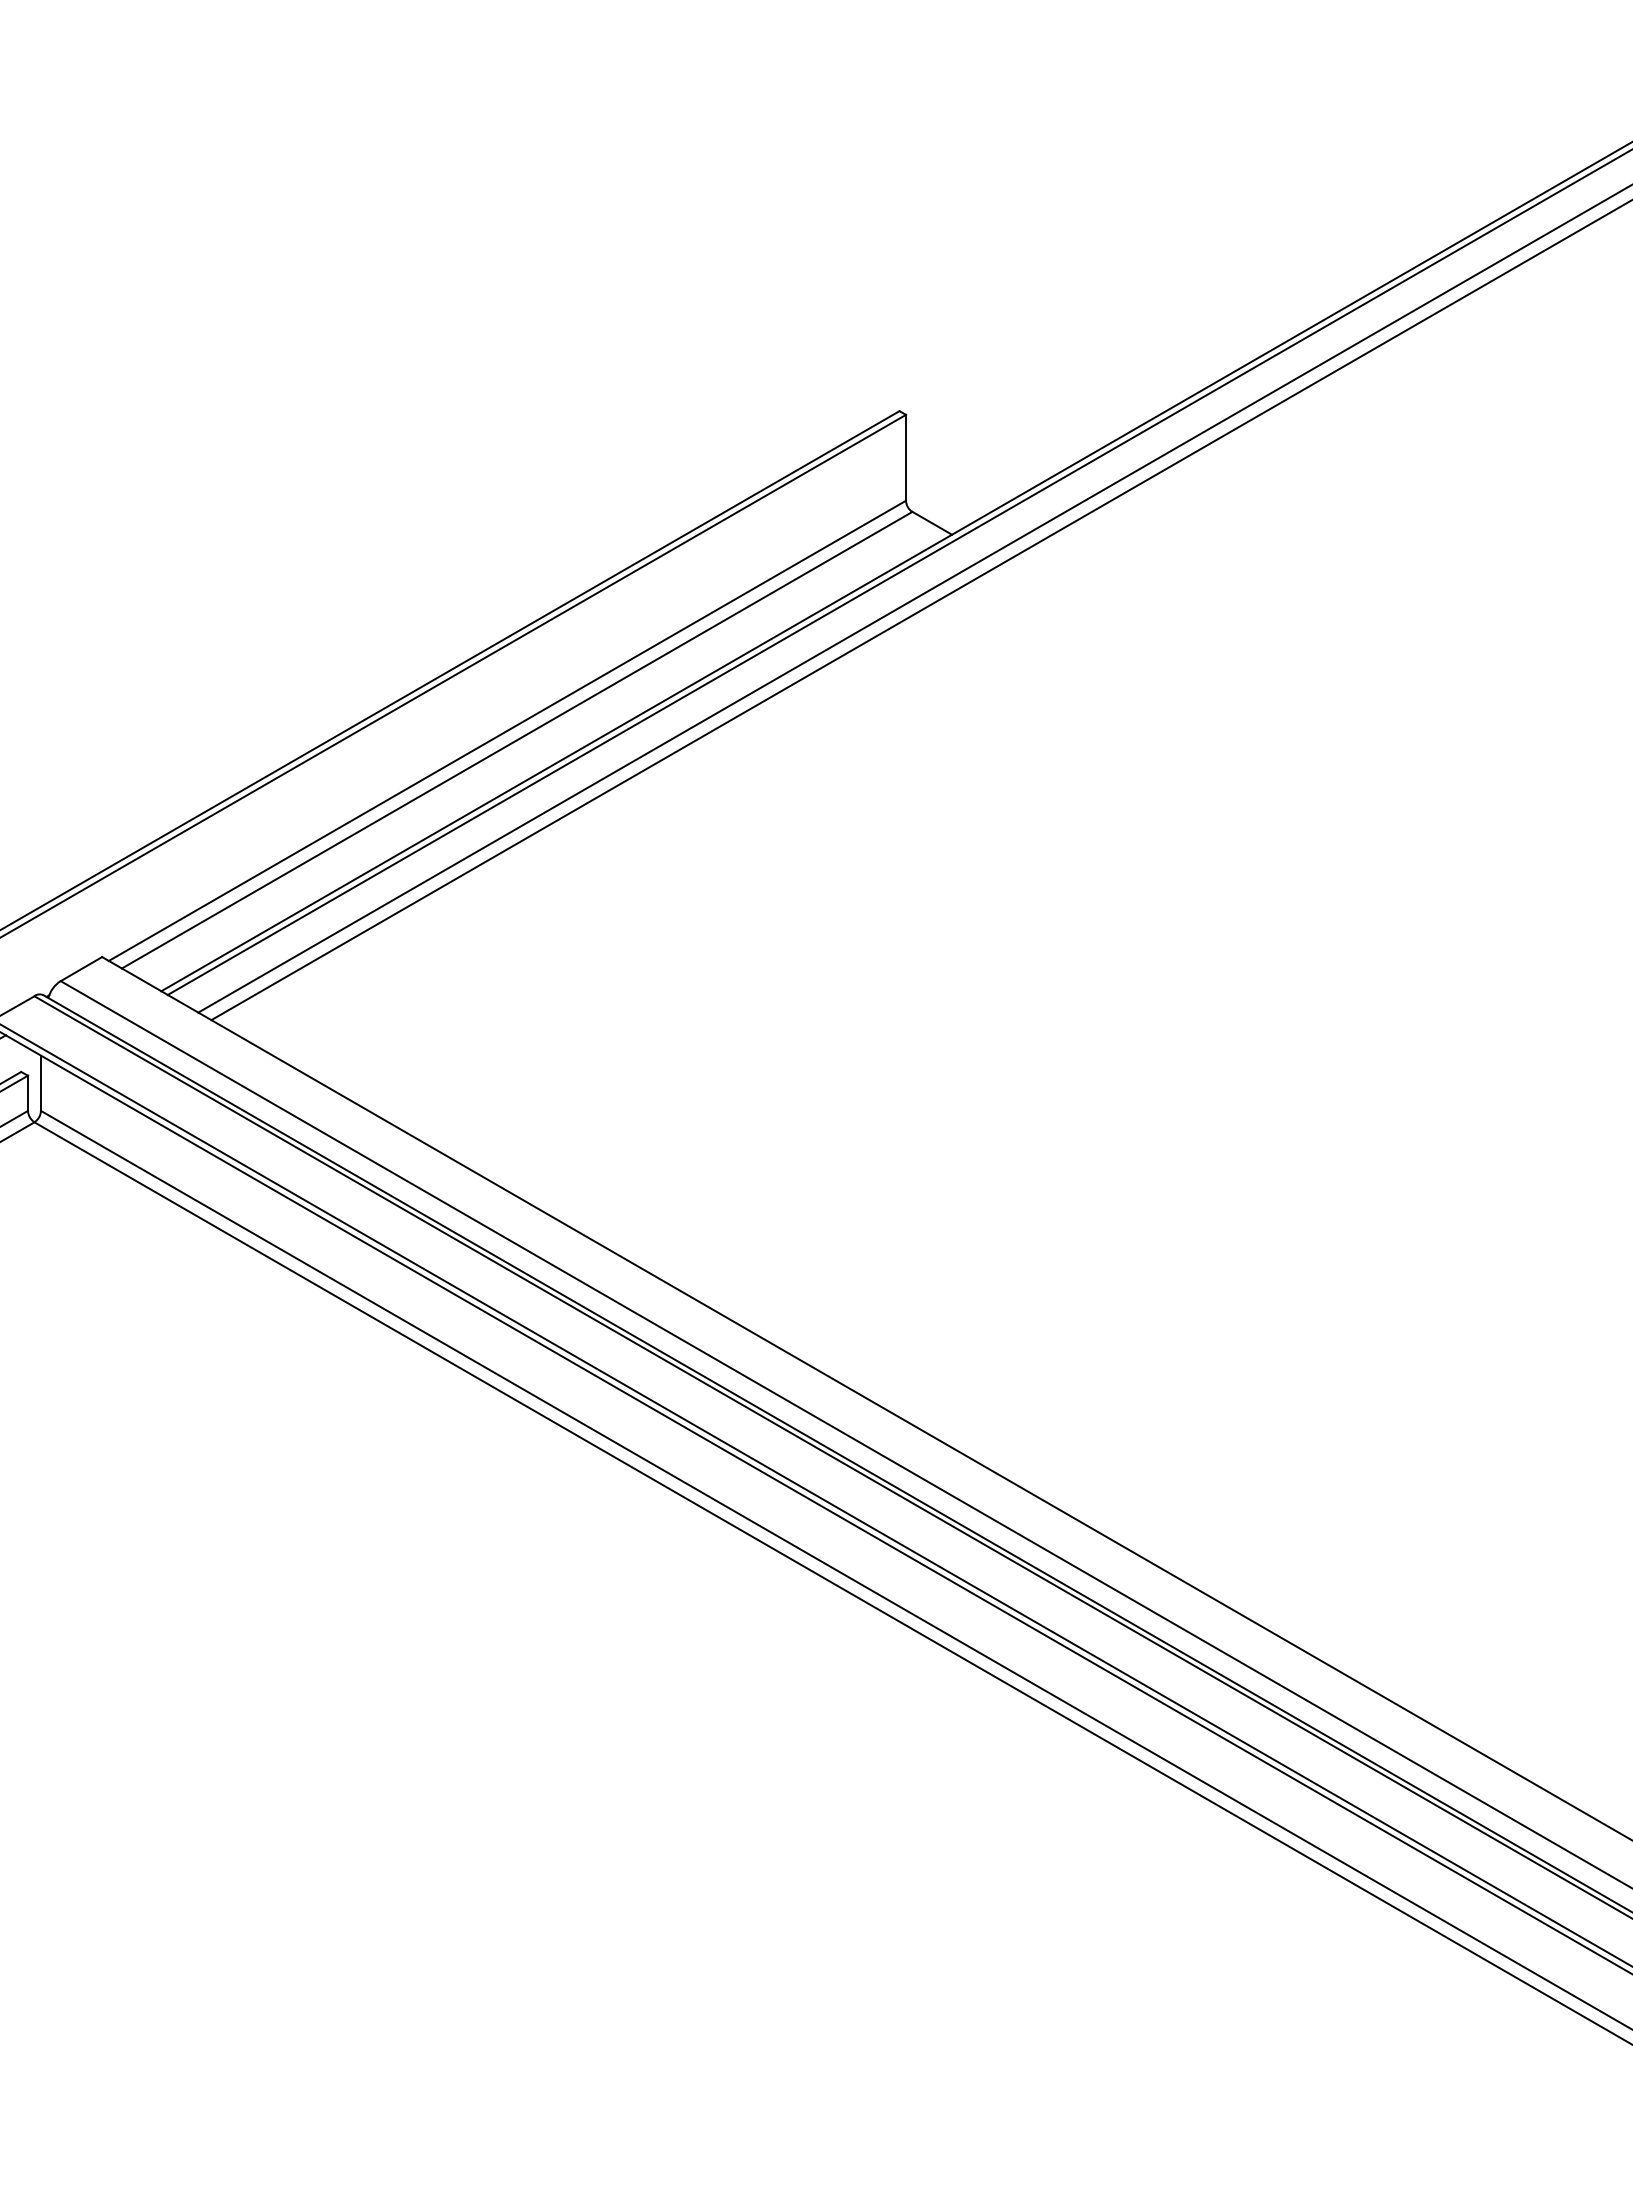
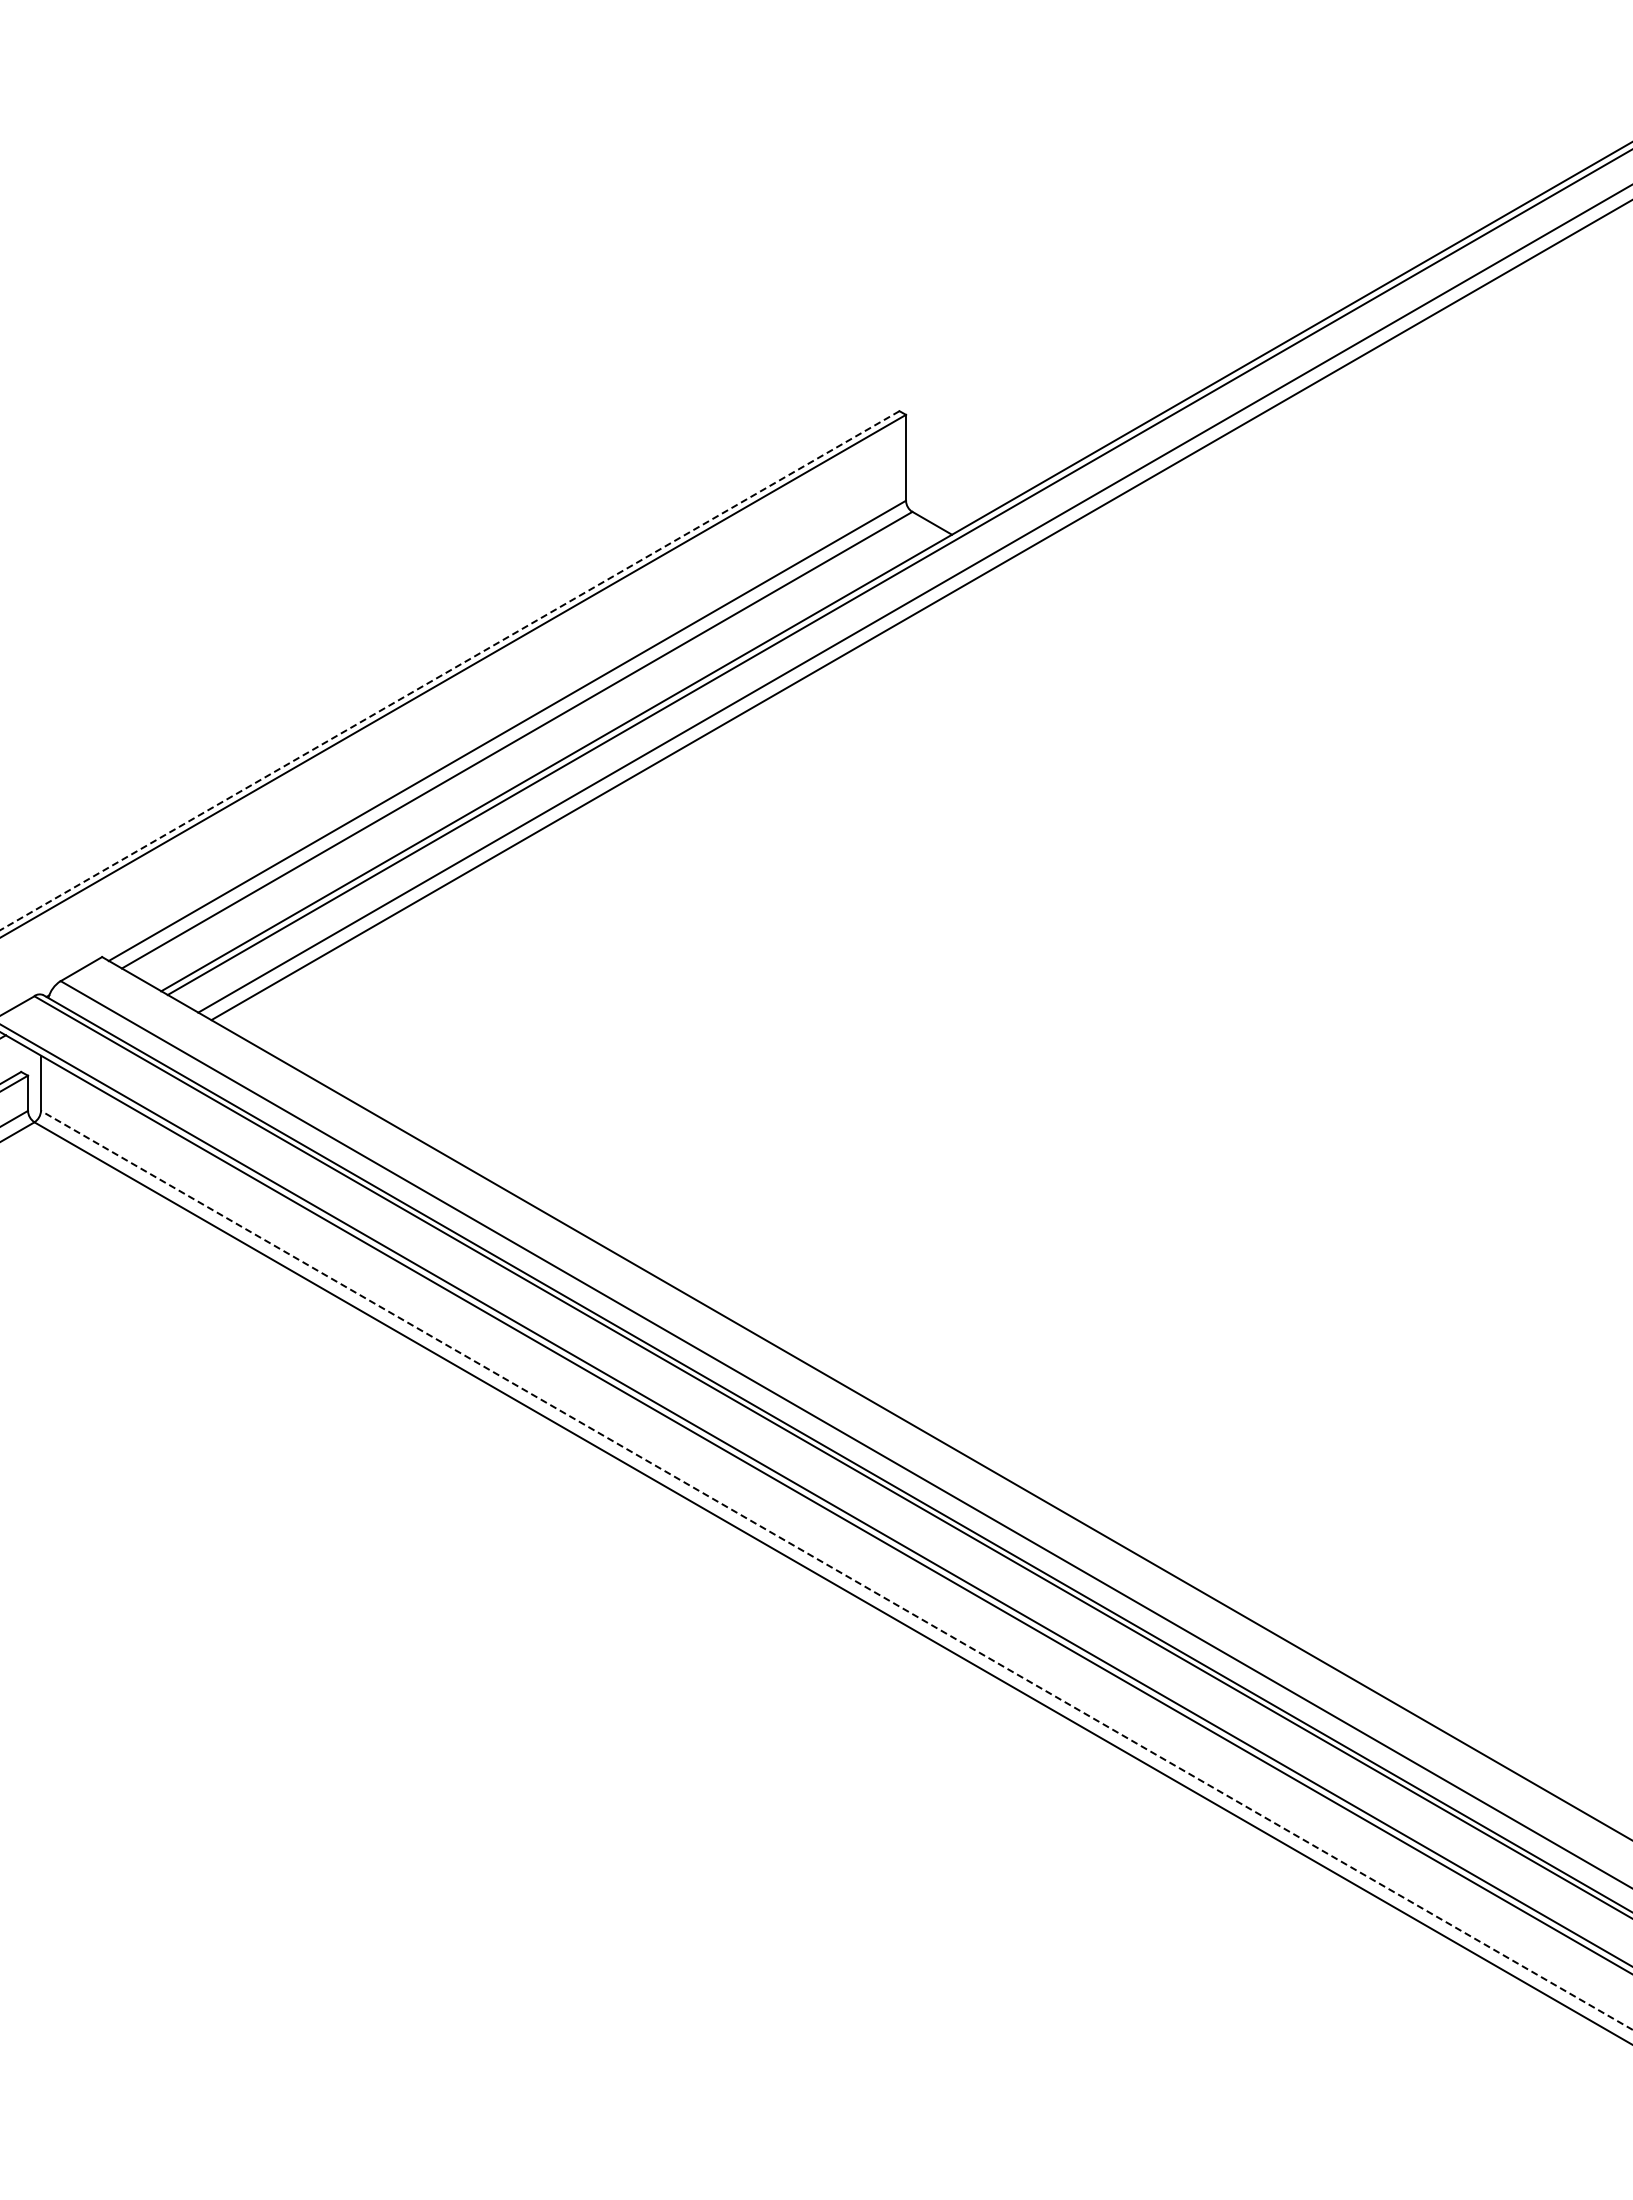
line at (450, 670): solid -> dashed
line at (836, 1570): solid -> dashed
